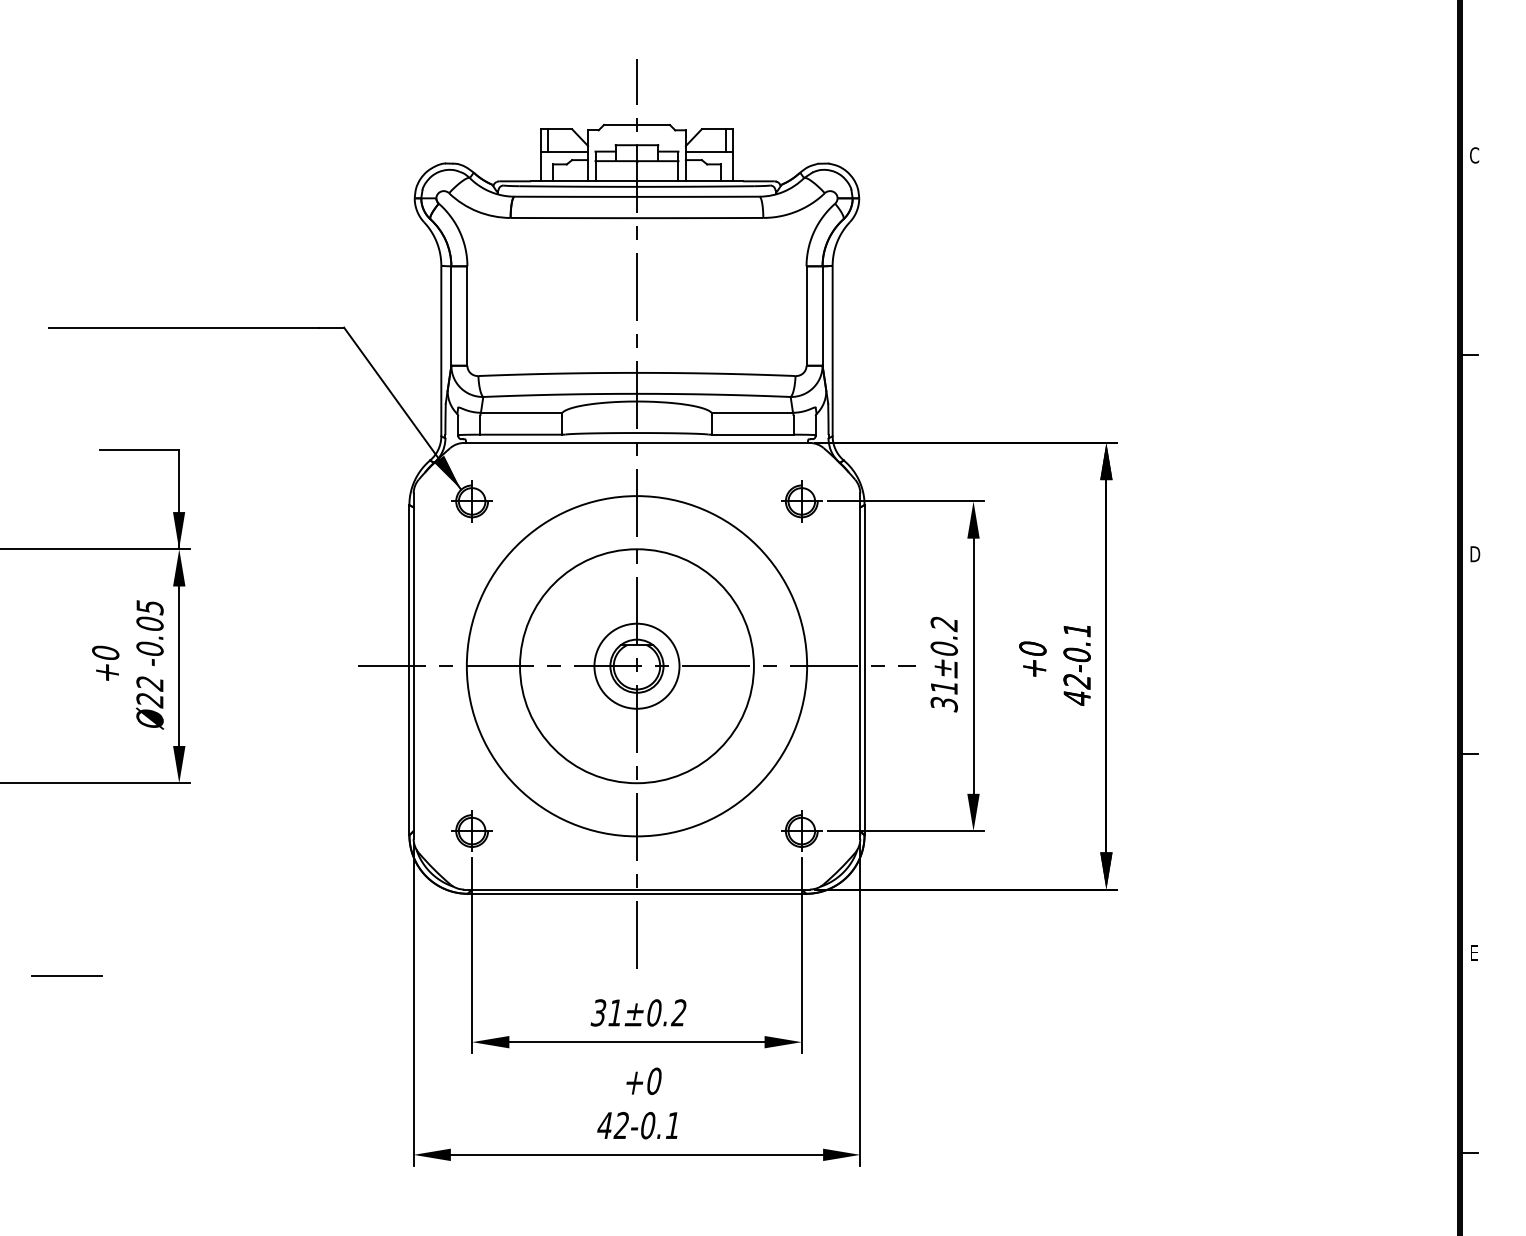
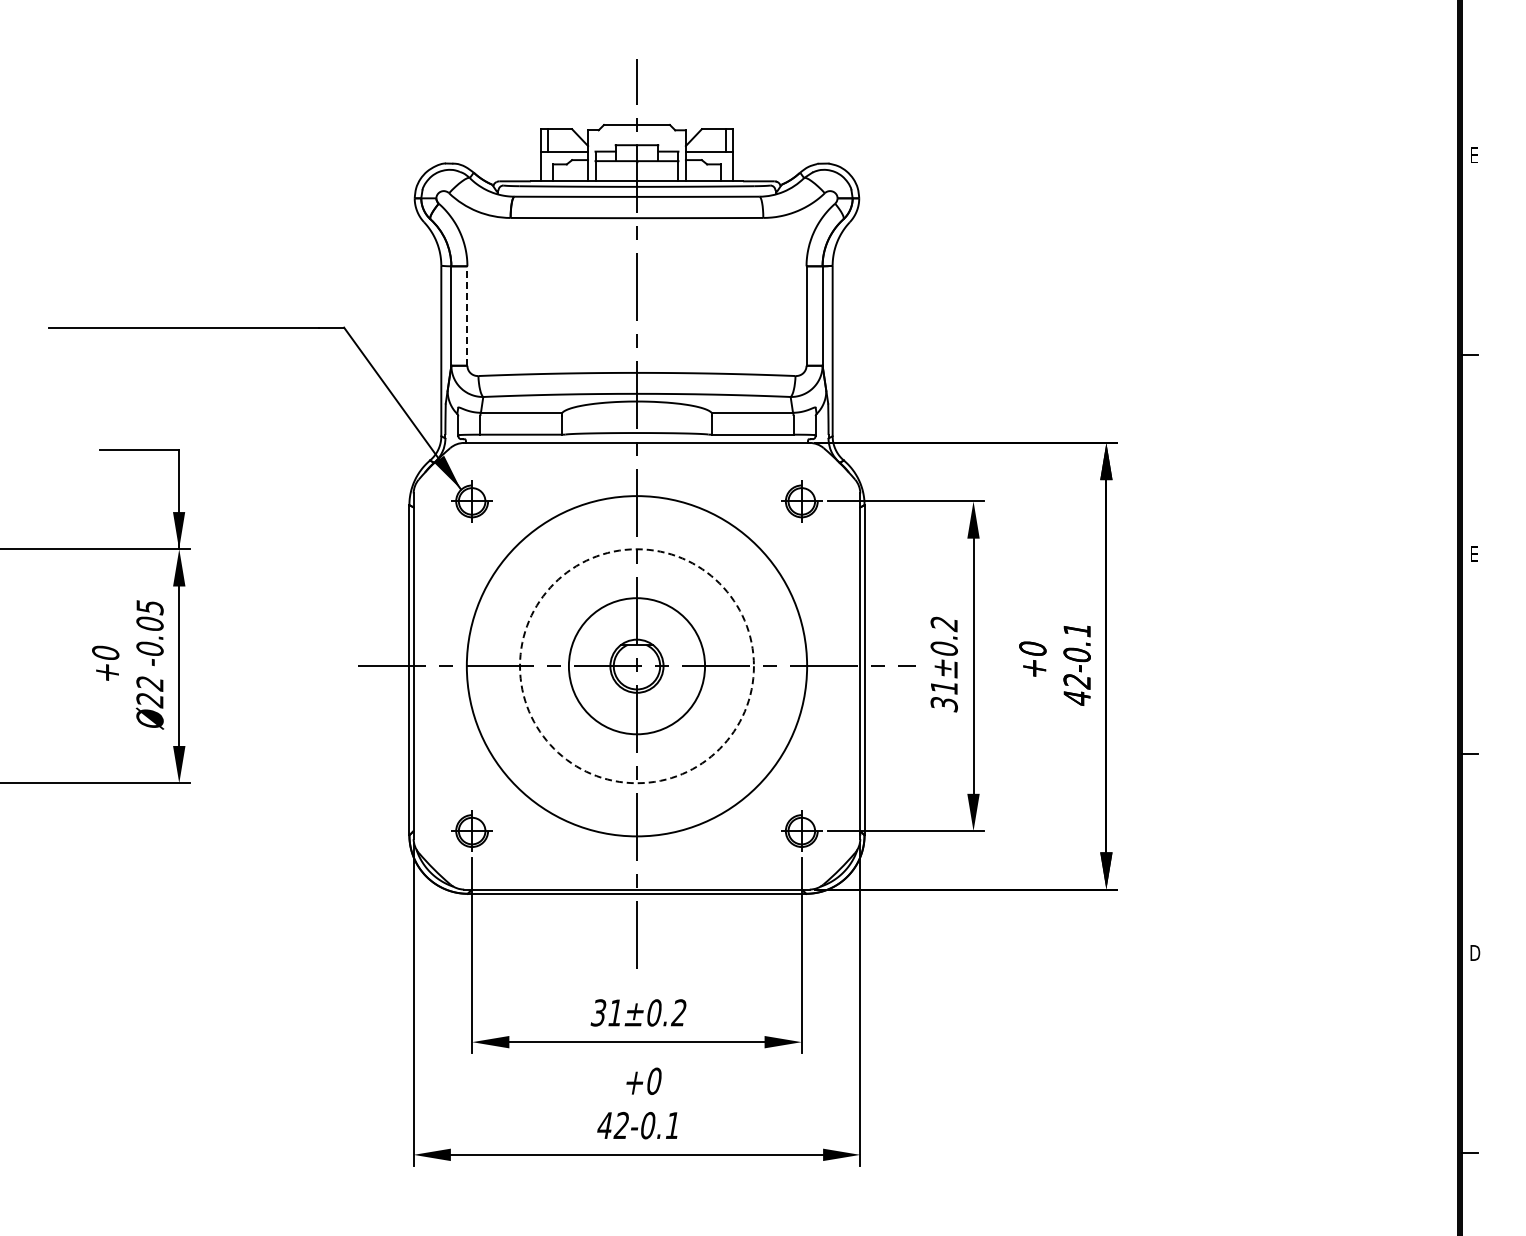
text at (1474, 155): C -> E
line at (467, 316): solid -> dashed
text at (1475, 554): D -> E
circle at (636, 665) diameter: 85 px -> 136 px
circle at (636, 666): solid -> dashed
text at (1475, 952): E -> D
line at (66, 975): present -> none
